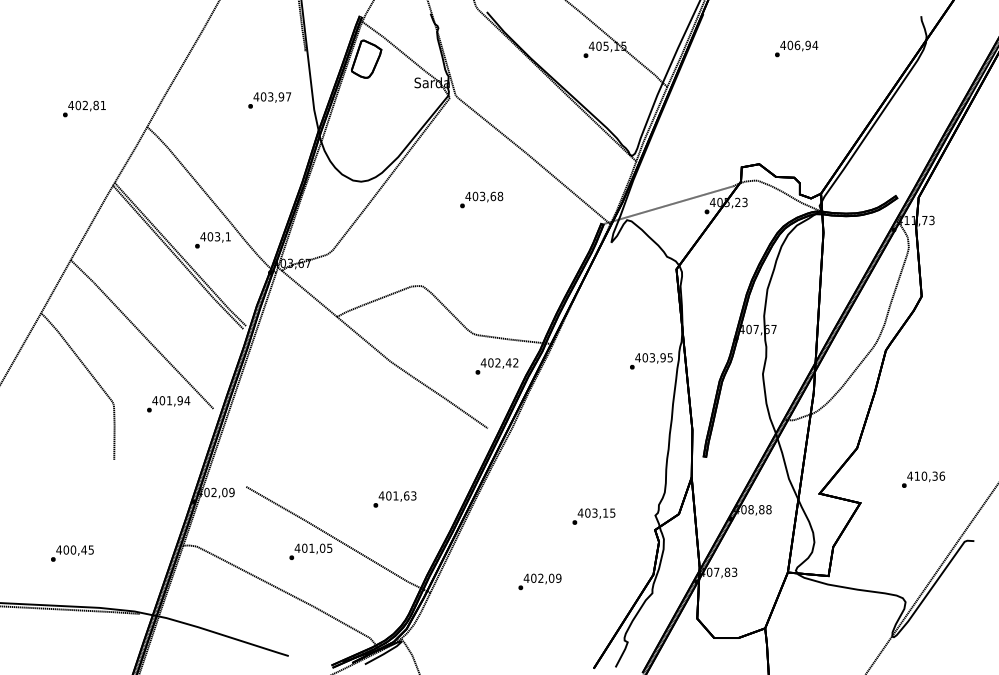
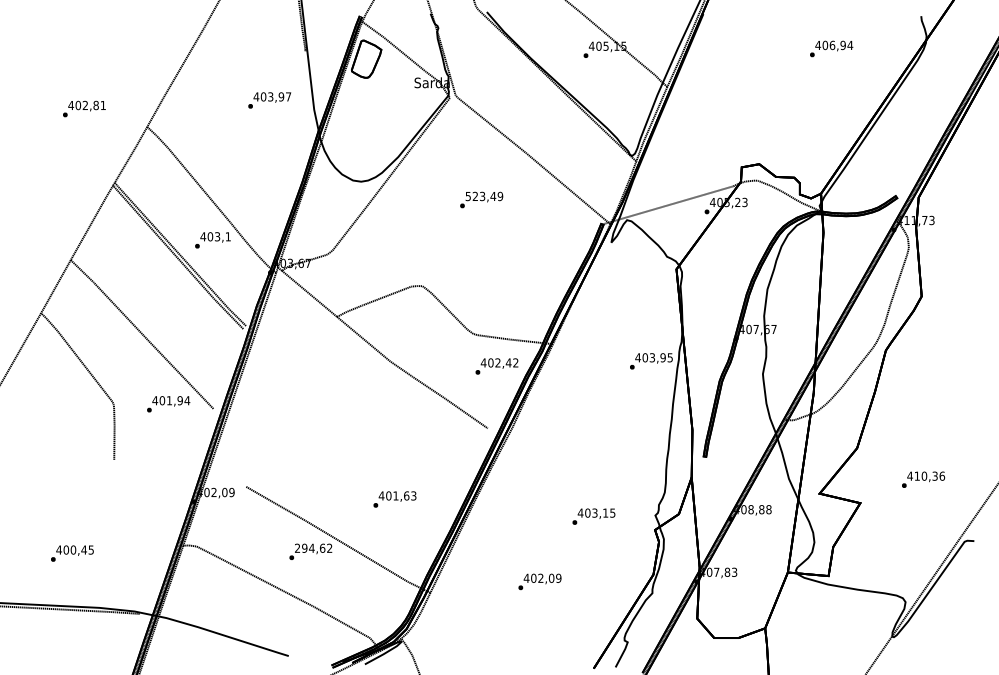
text at (796, 48) position: (796, 48) -> (831, 48)
text at (484, 196): 403,68 -> 523,49
text at (313, 547): 401,05 -> 294,62
